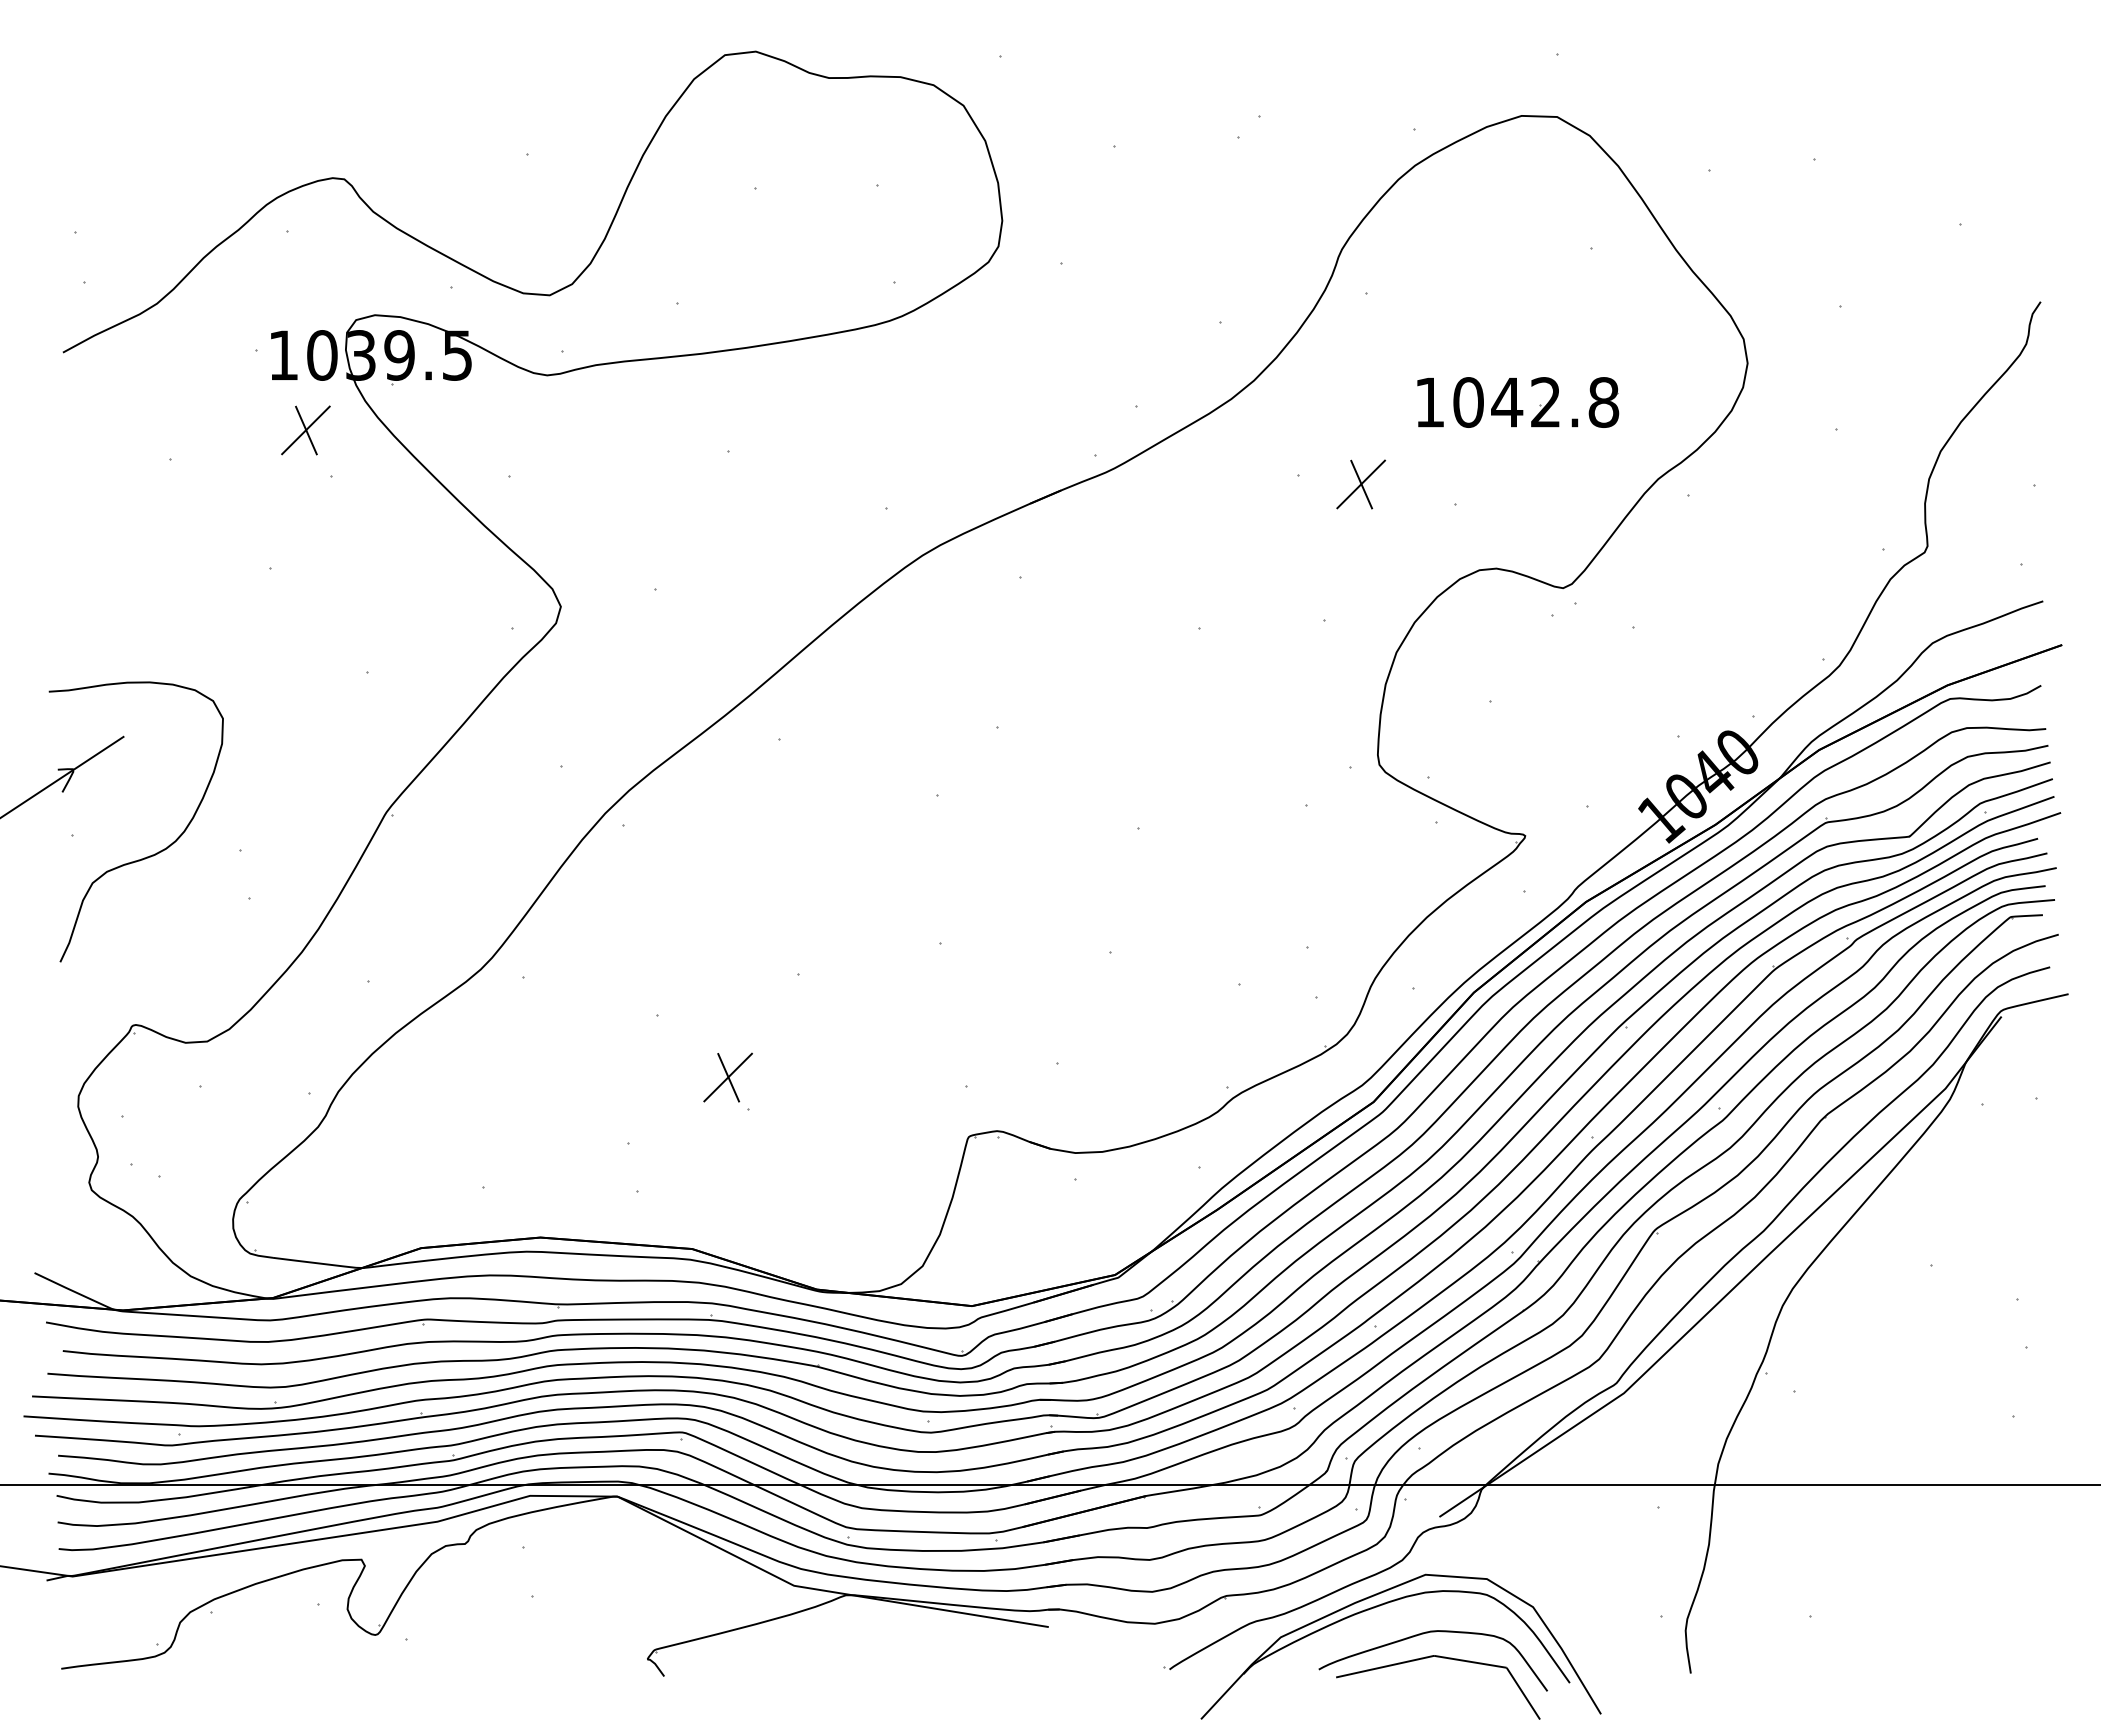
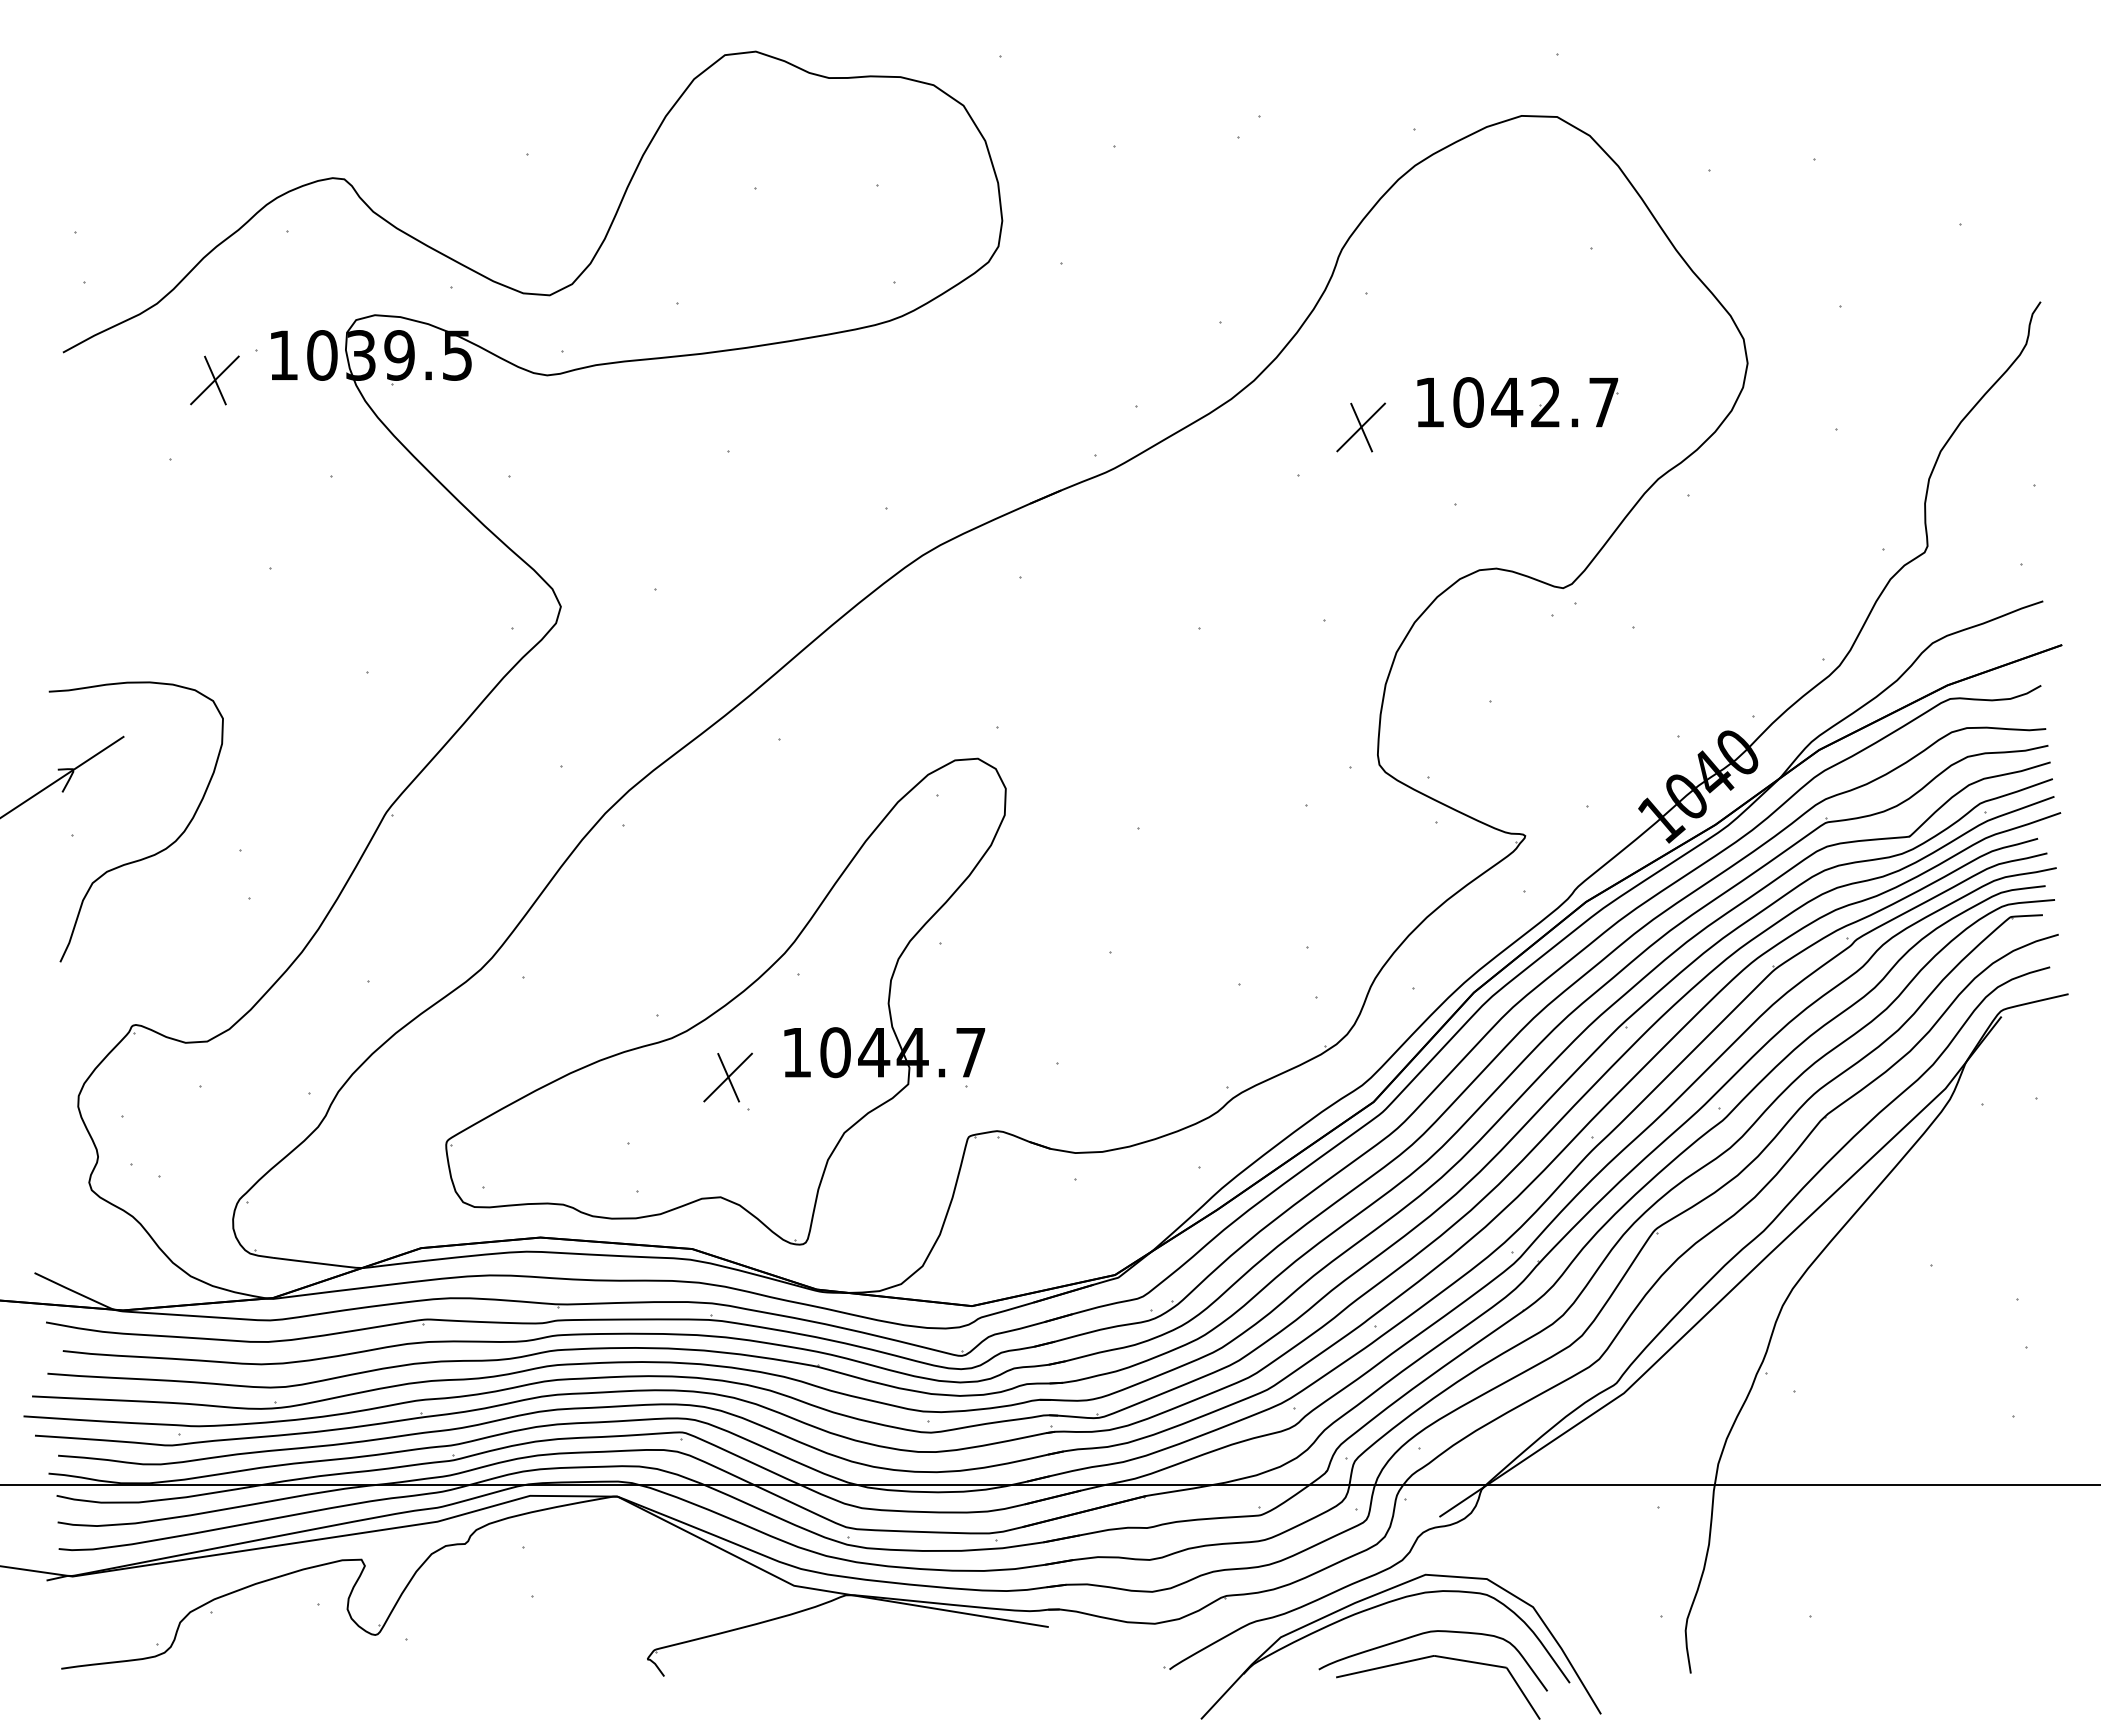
text at (1603, 402): 1042.8 -> 1042.7
part at (305, 430) position: (305, 430) -> (214, 380)
part at (1360, 484) position: (1360, 484) -> (1360, 427)
part at (725, 1001): none -> present
